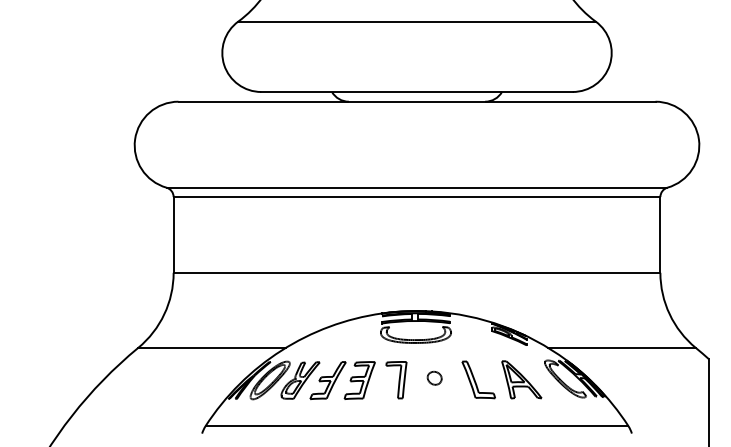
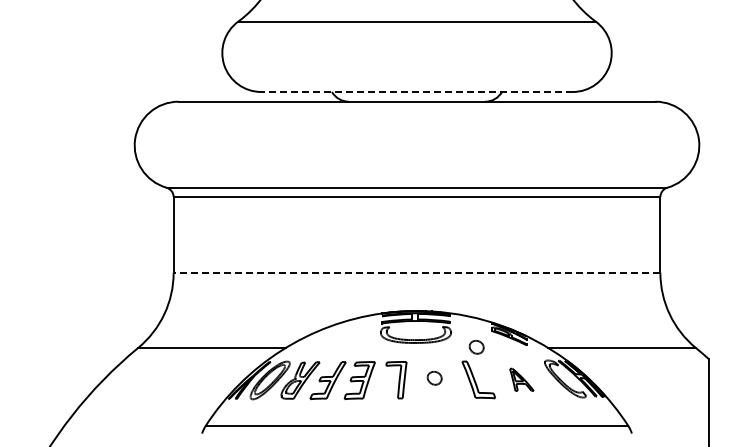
line at (417, 91): solid -> dashed
line at (416, 272): solid -> dashed
part at (476, 346): none -> present
part at (521, 379) size: 42x40 px -> 26x25 px
